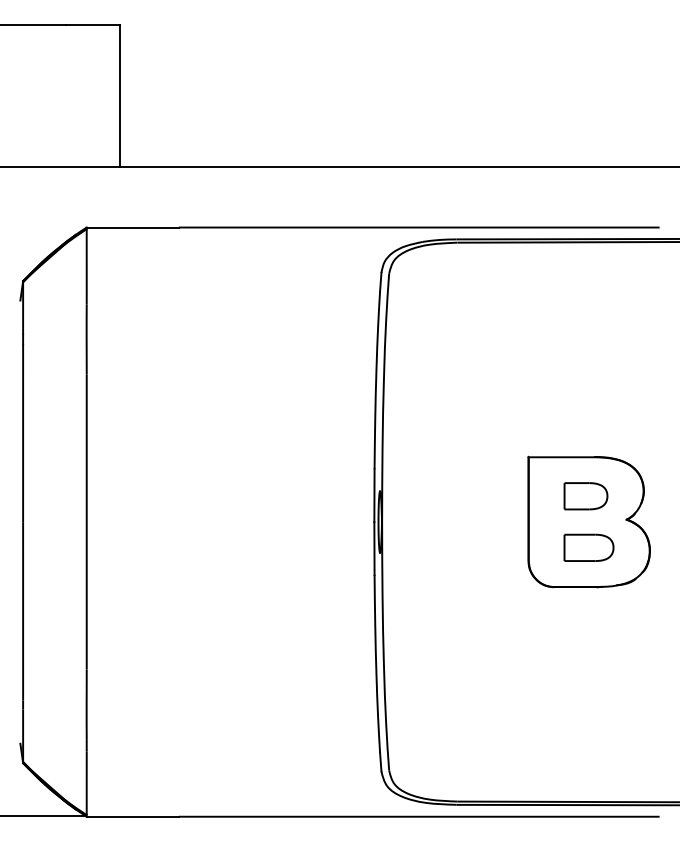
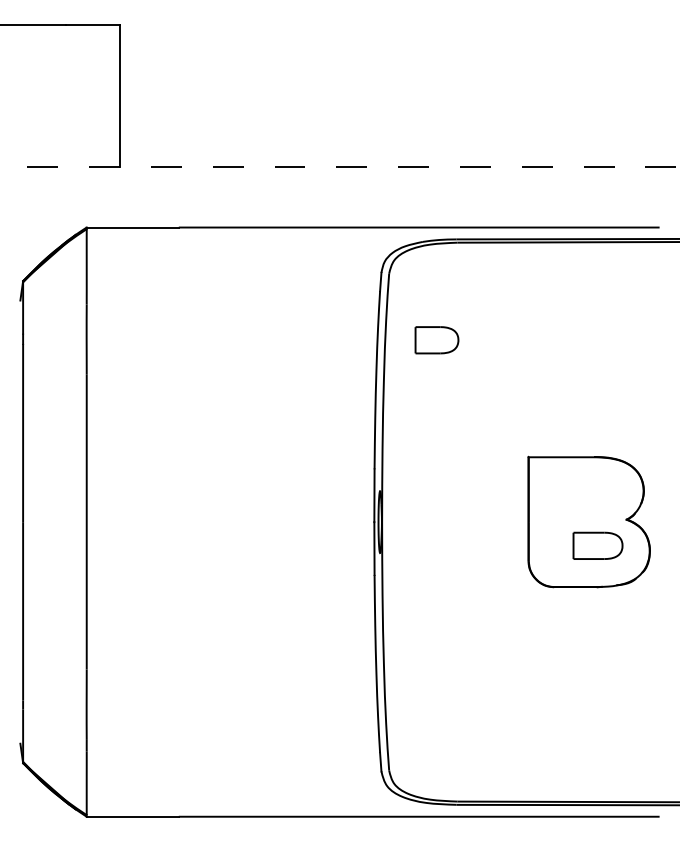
line at (340, 166): solid -> dashed
part at (585, 496) position: (585, 496) -> (436, 340)
part at (588, 547) position: (588, 547) -> (597, 545)
line at (43, 815): present -> none
